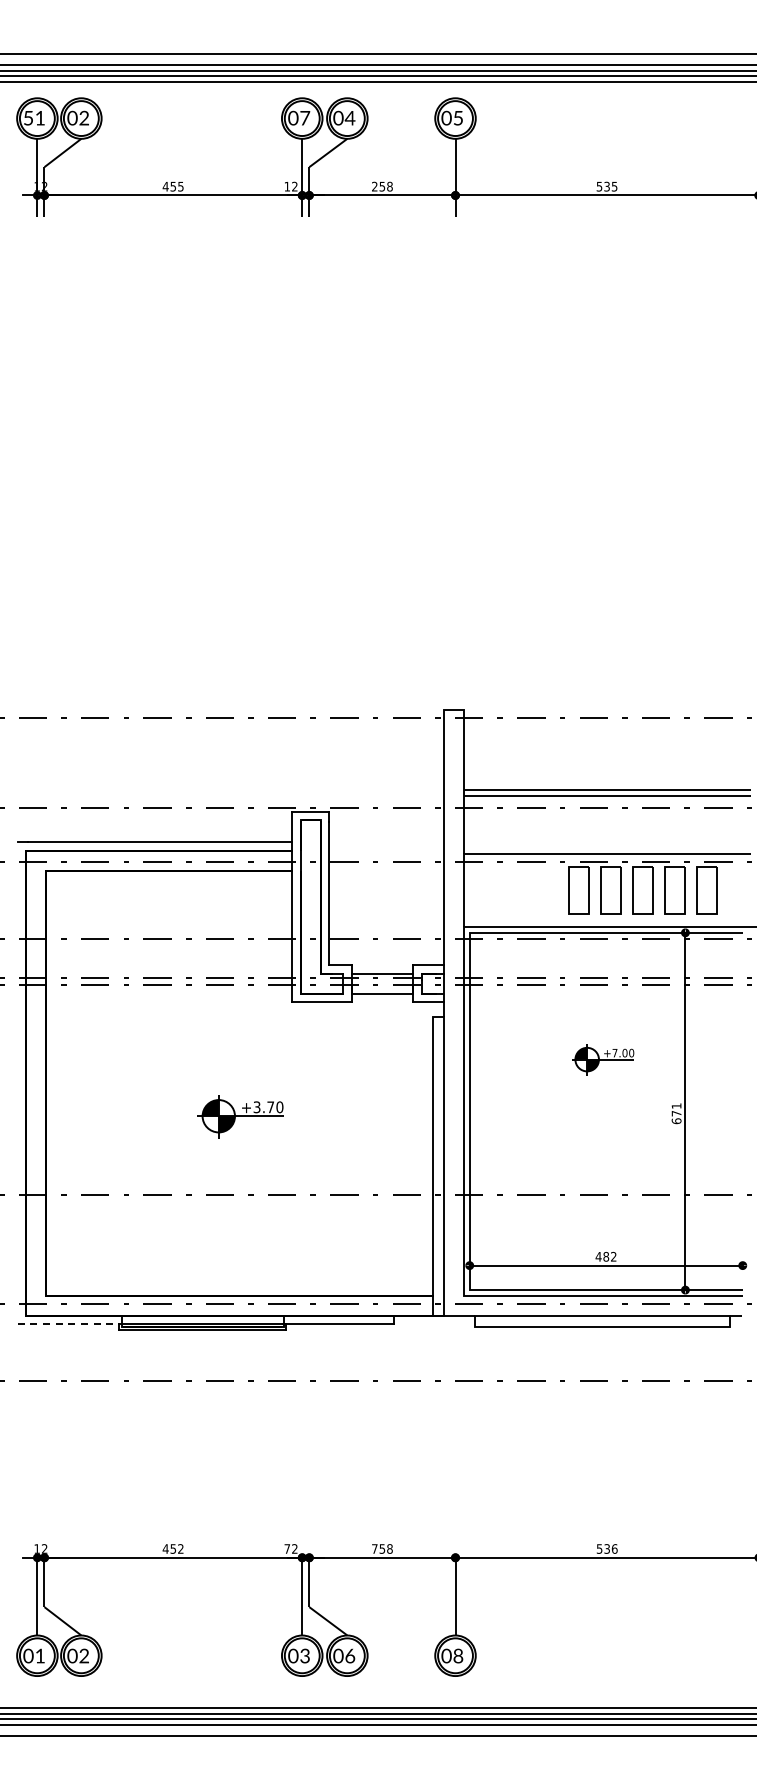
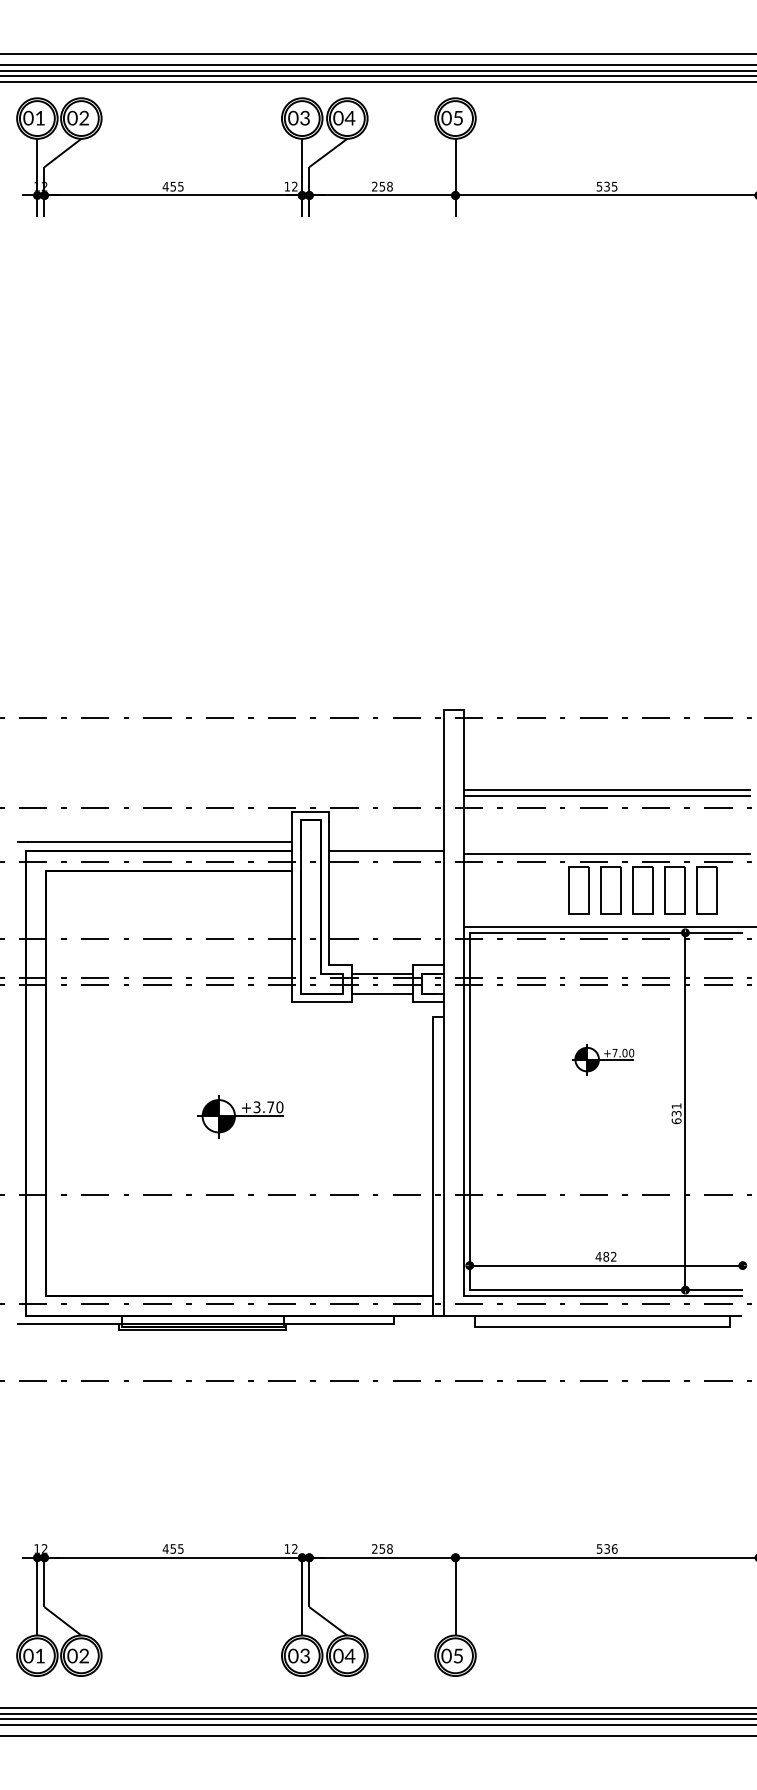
text at (28, 117): 51 -> 01
text at (305, 117): 07 -> 03
line at (386, 850): none -> present
text at (676, 1113): 671 -> 631
line at (68, 1324): dashed -> solid
text at (180, 1548): 452 -> 455
text at (287, 1548): 72 -> 12
text at (374, 1548): 758 -> 258
text at (458, 1655): 08 -> 05
text at (349, 1656): 06 -> 04
